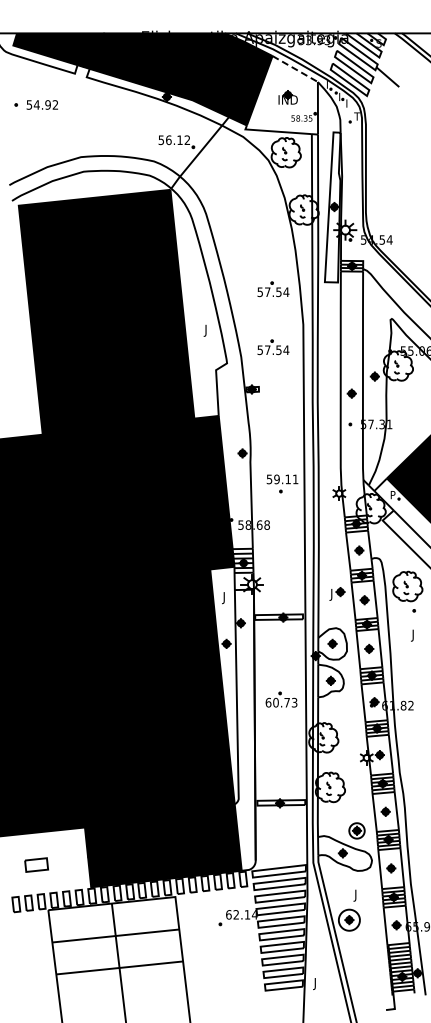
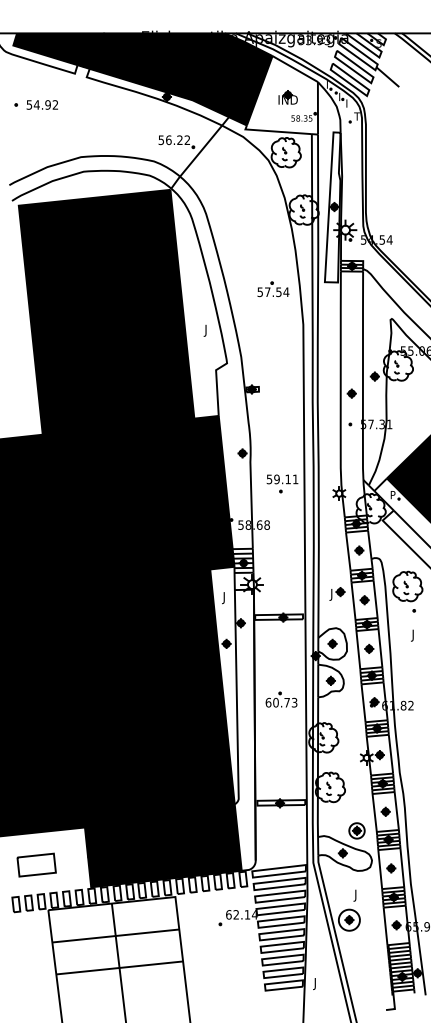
line at (295, 69): dashed -> solid
text at (179, 139): 56.12 -> 56.22
part at (273, 347): present -> none
part at (36, 864) size: 25x16 px -> 41x26 px
